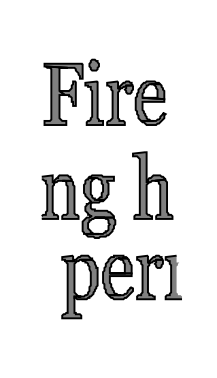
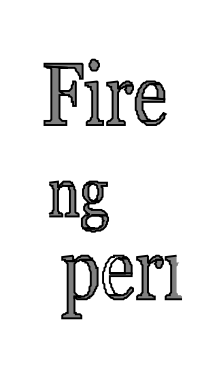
part at (152, 185): present -> none
part at (78, 206) size: 76x65 px -> 61x53 px
fill at (117, 275): present -> none
